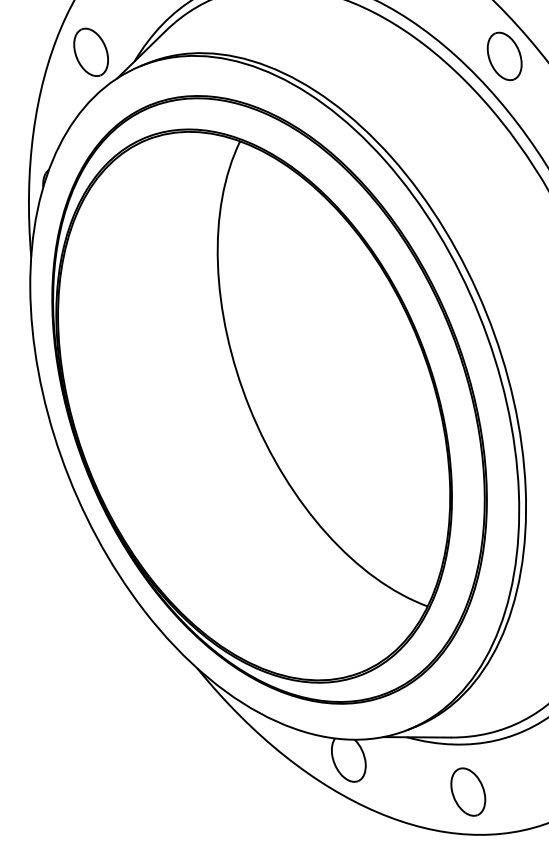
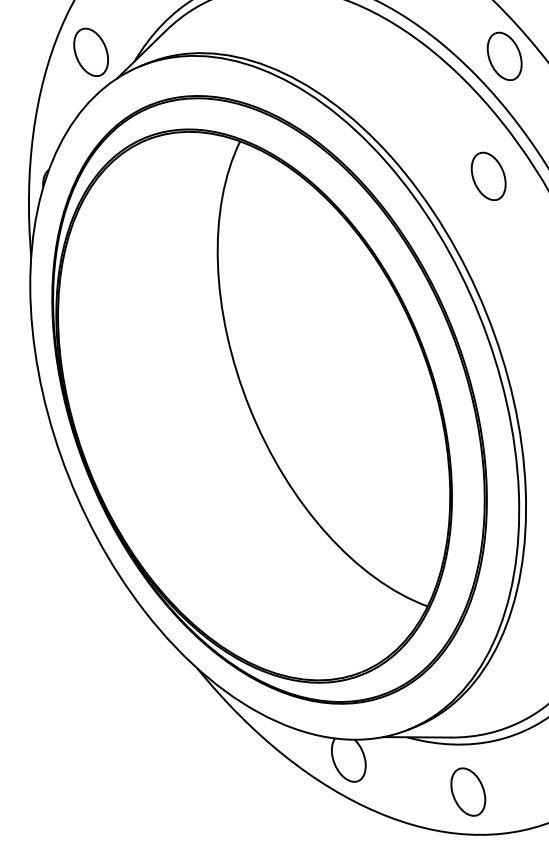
part at (488, 176): none -> present
